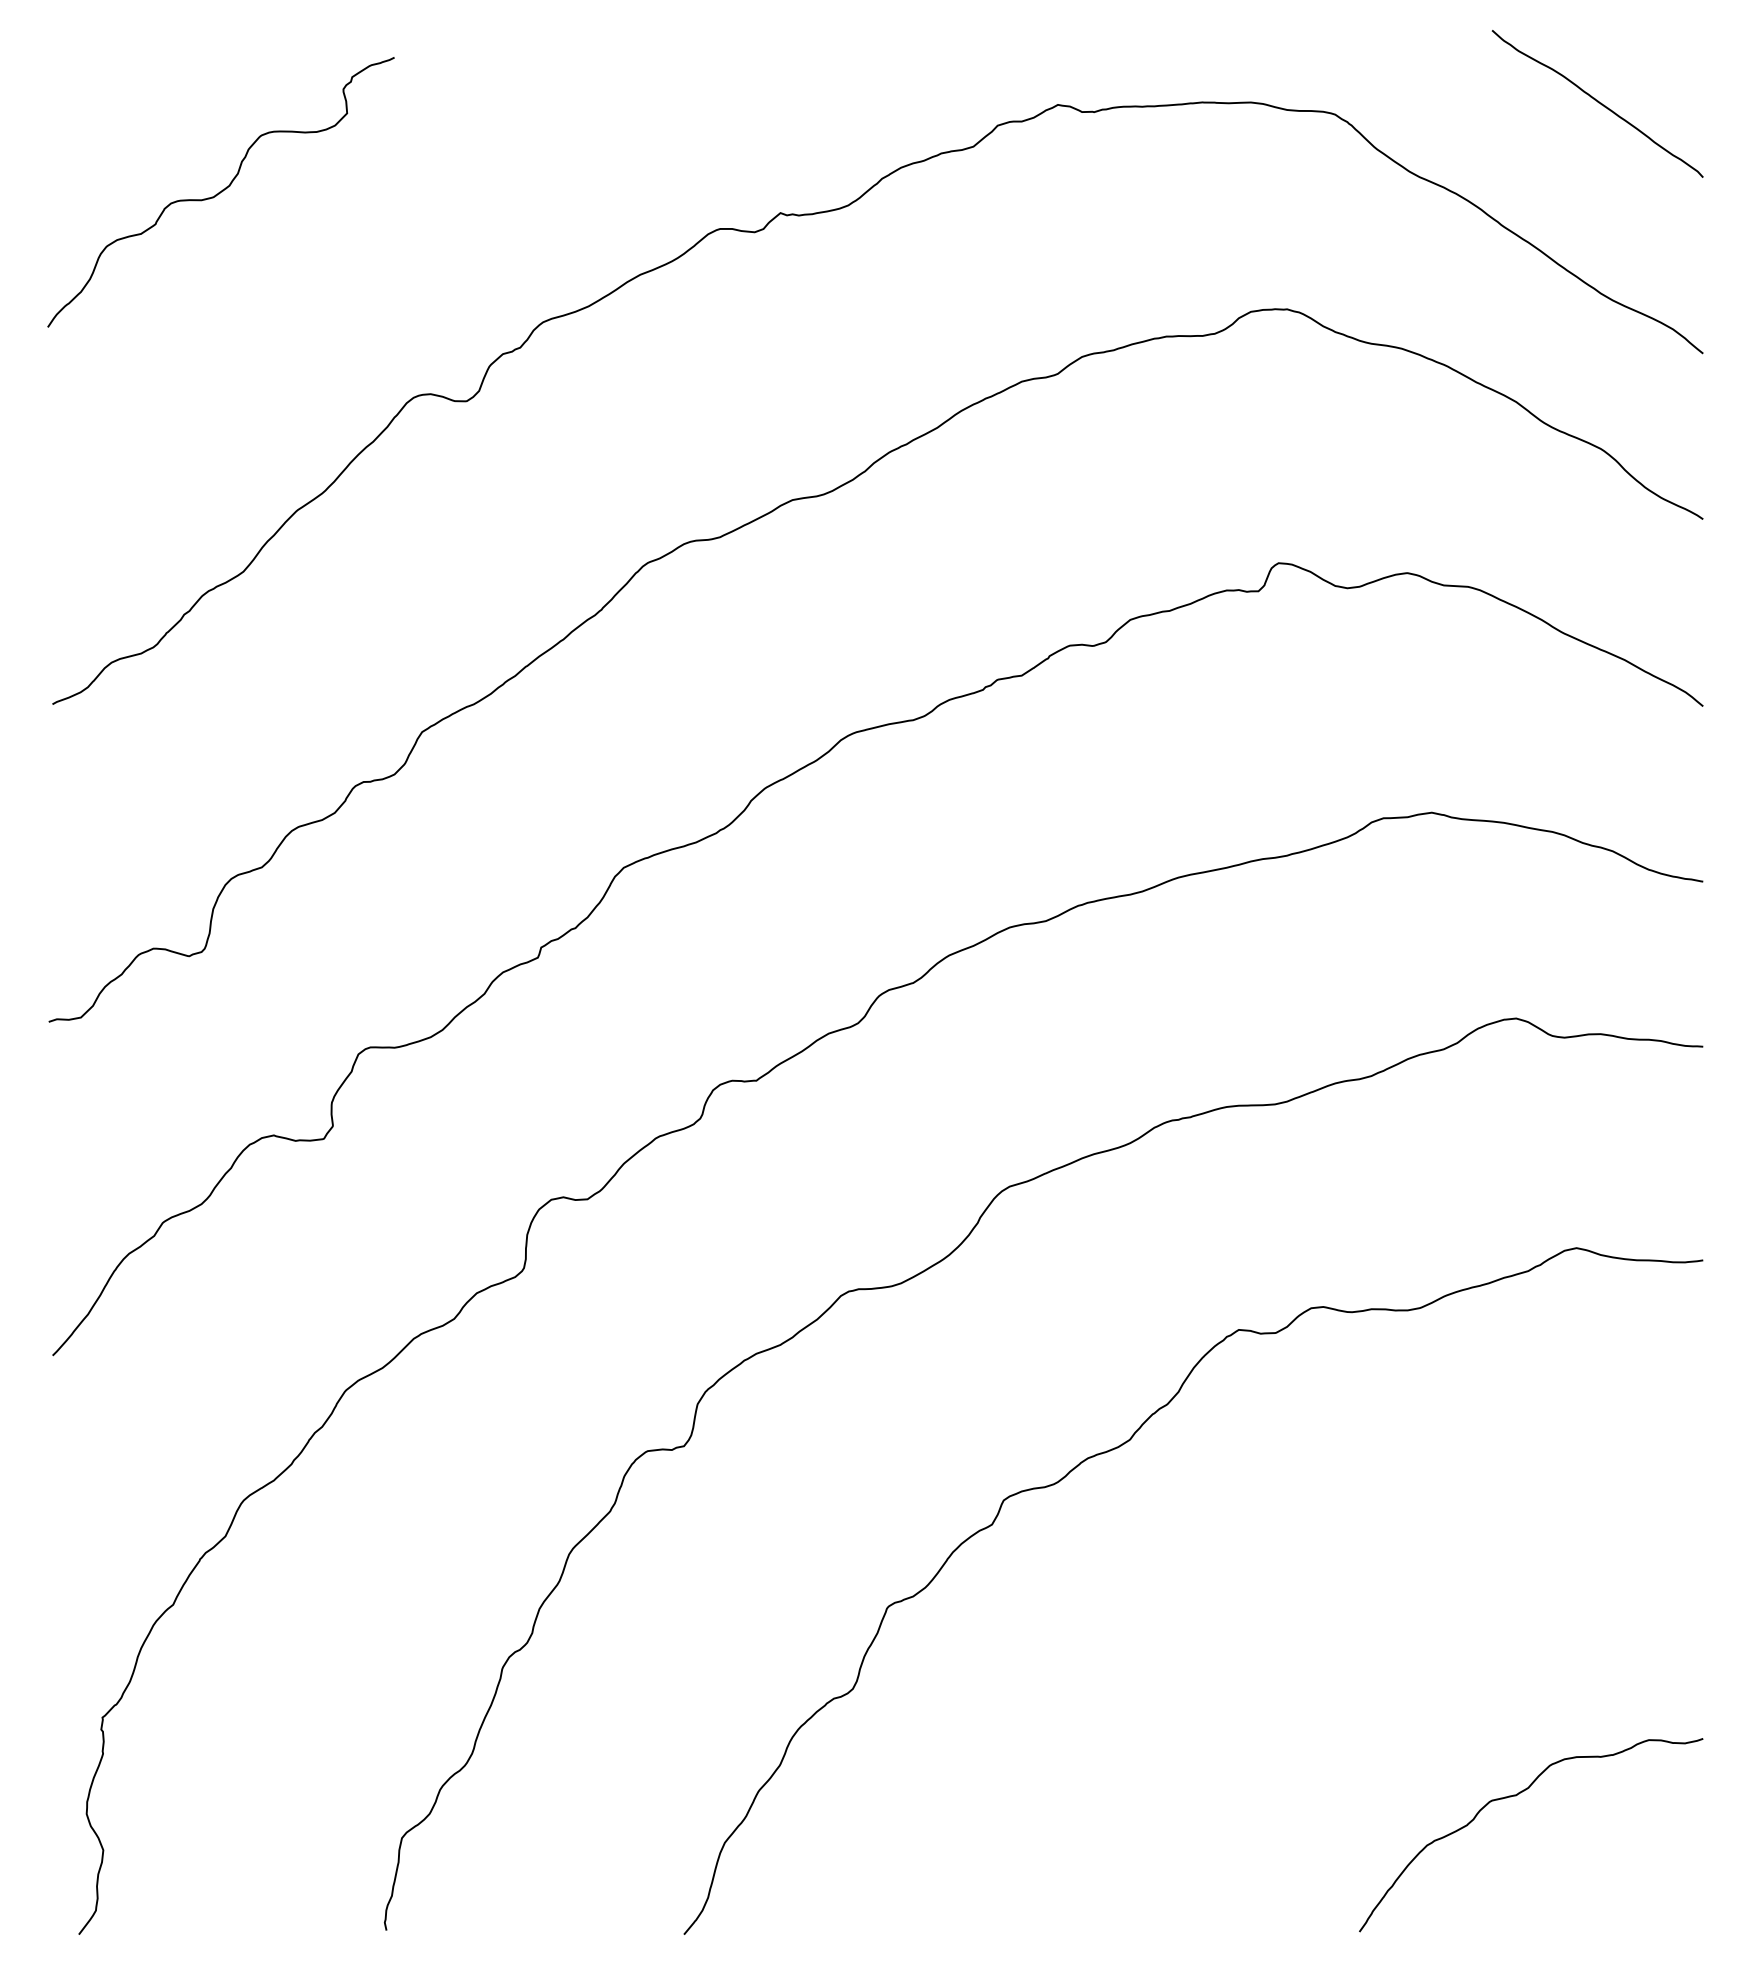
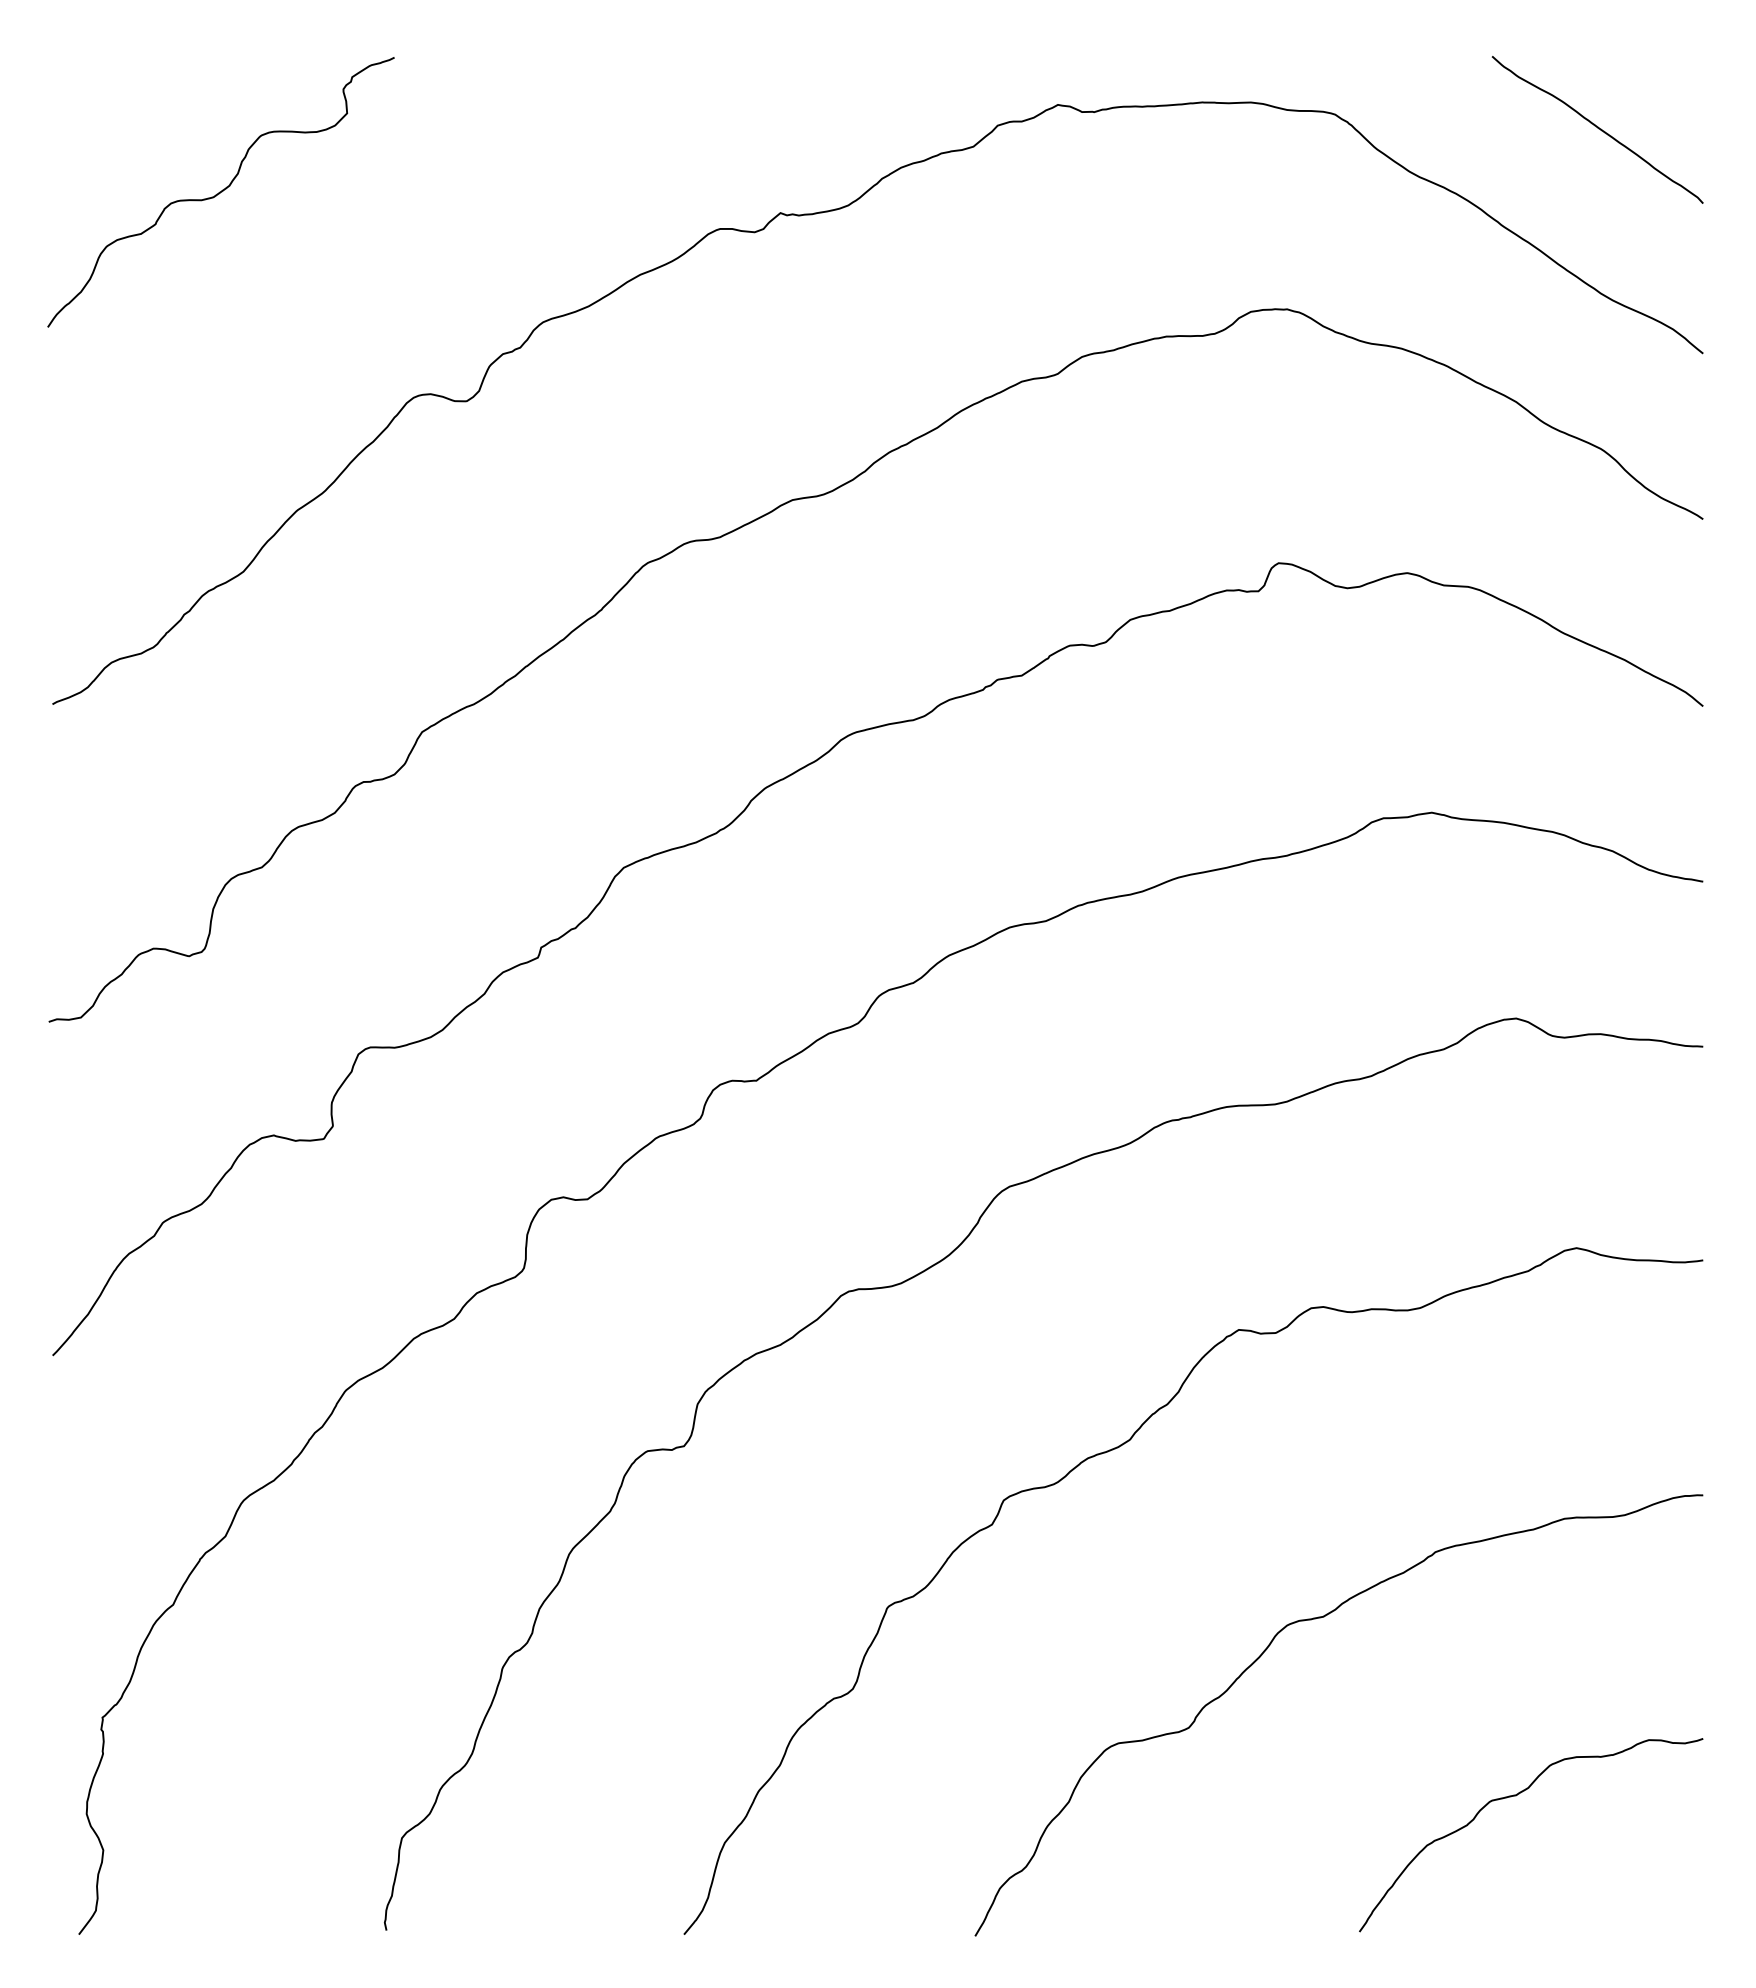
curve at (1597, 102) position: (1597, 102) -> (1597, 128)
curve at (1262, 1655): none -> present
